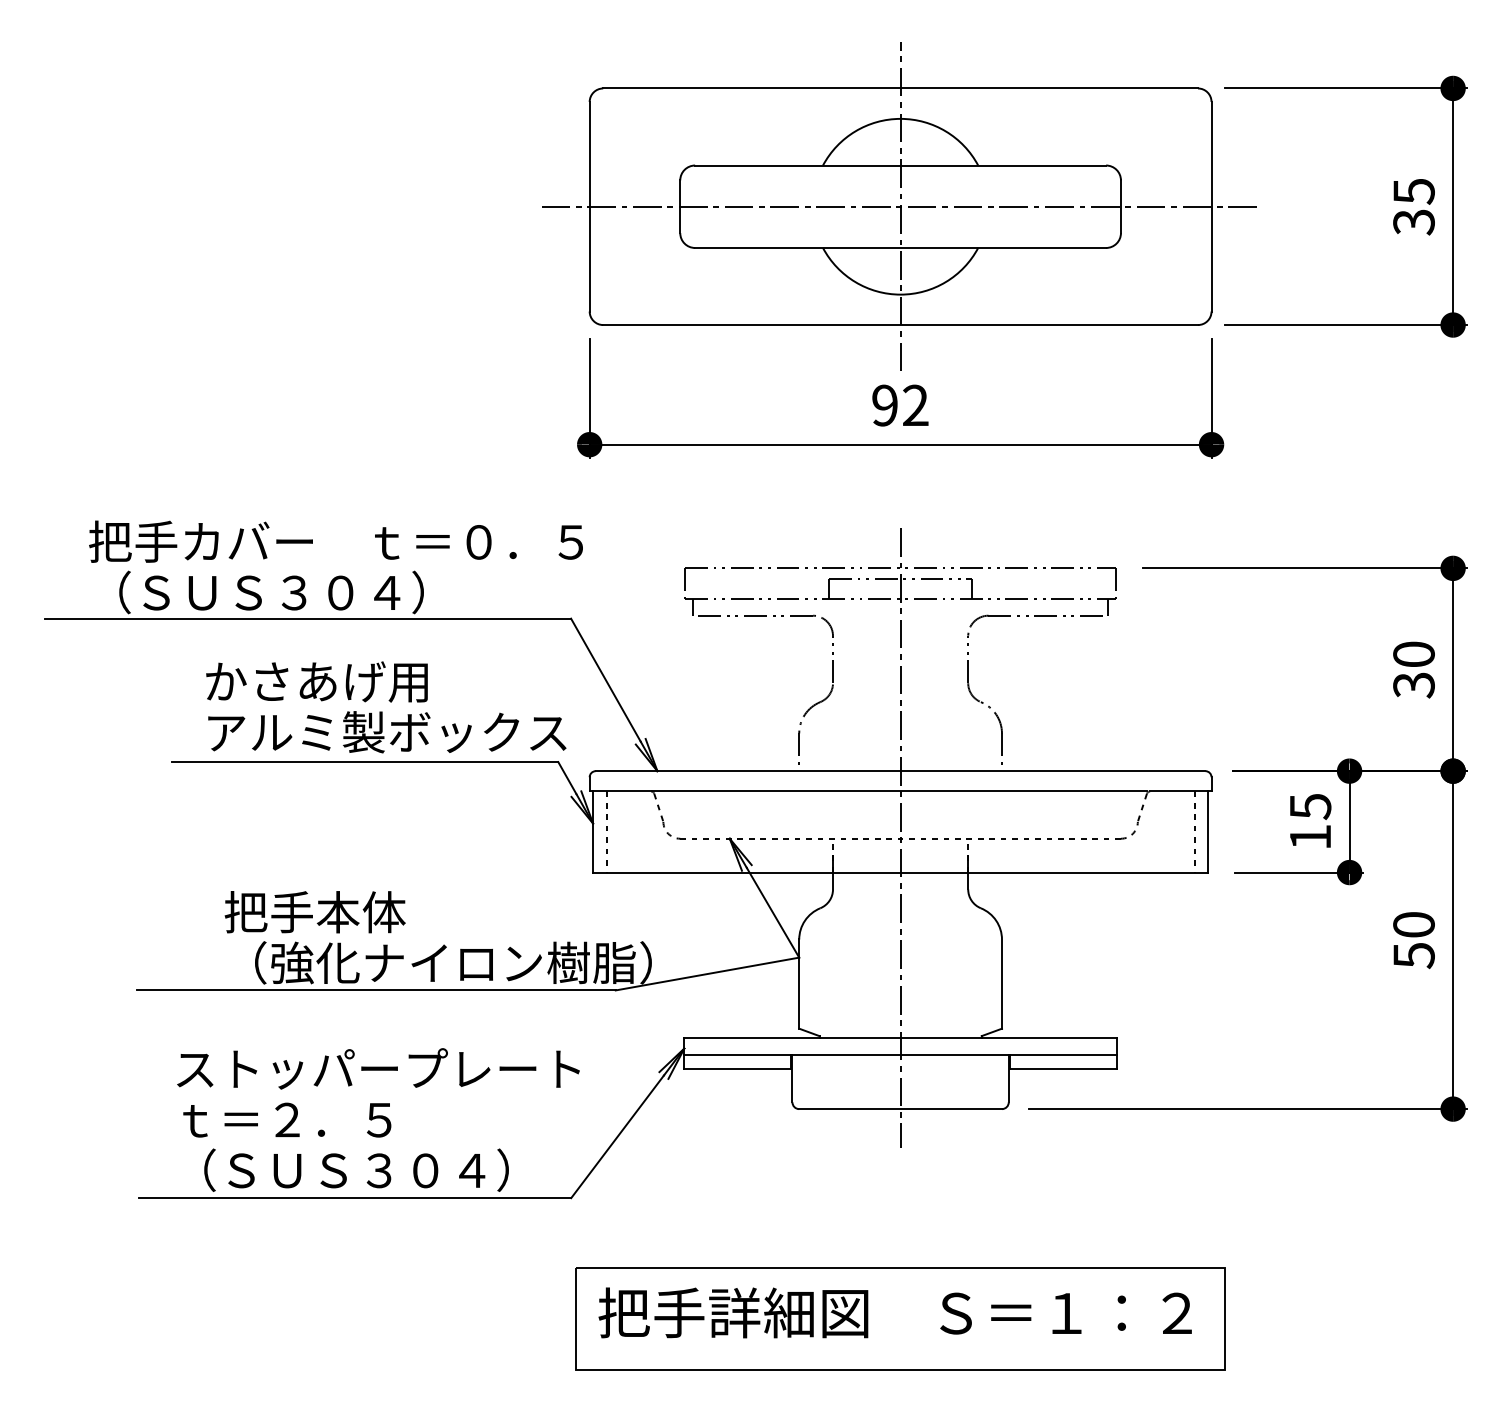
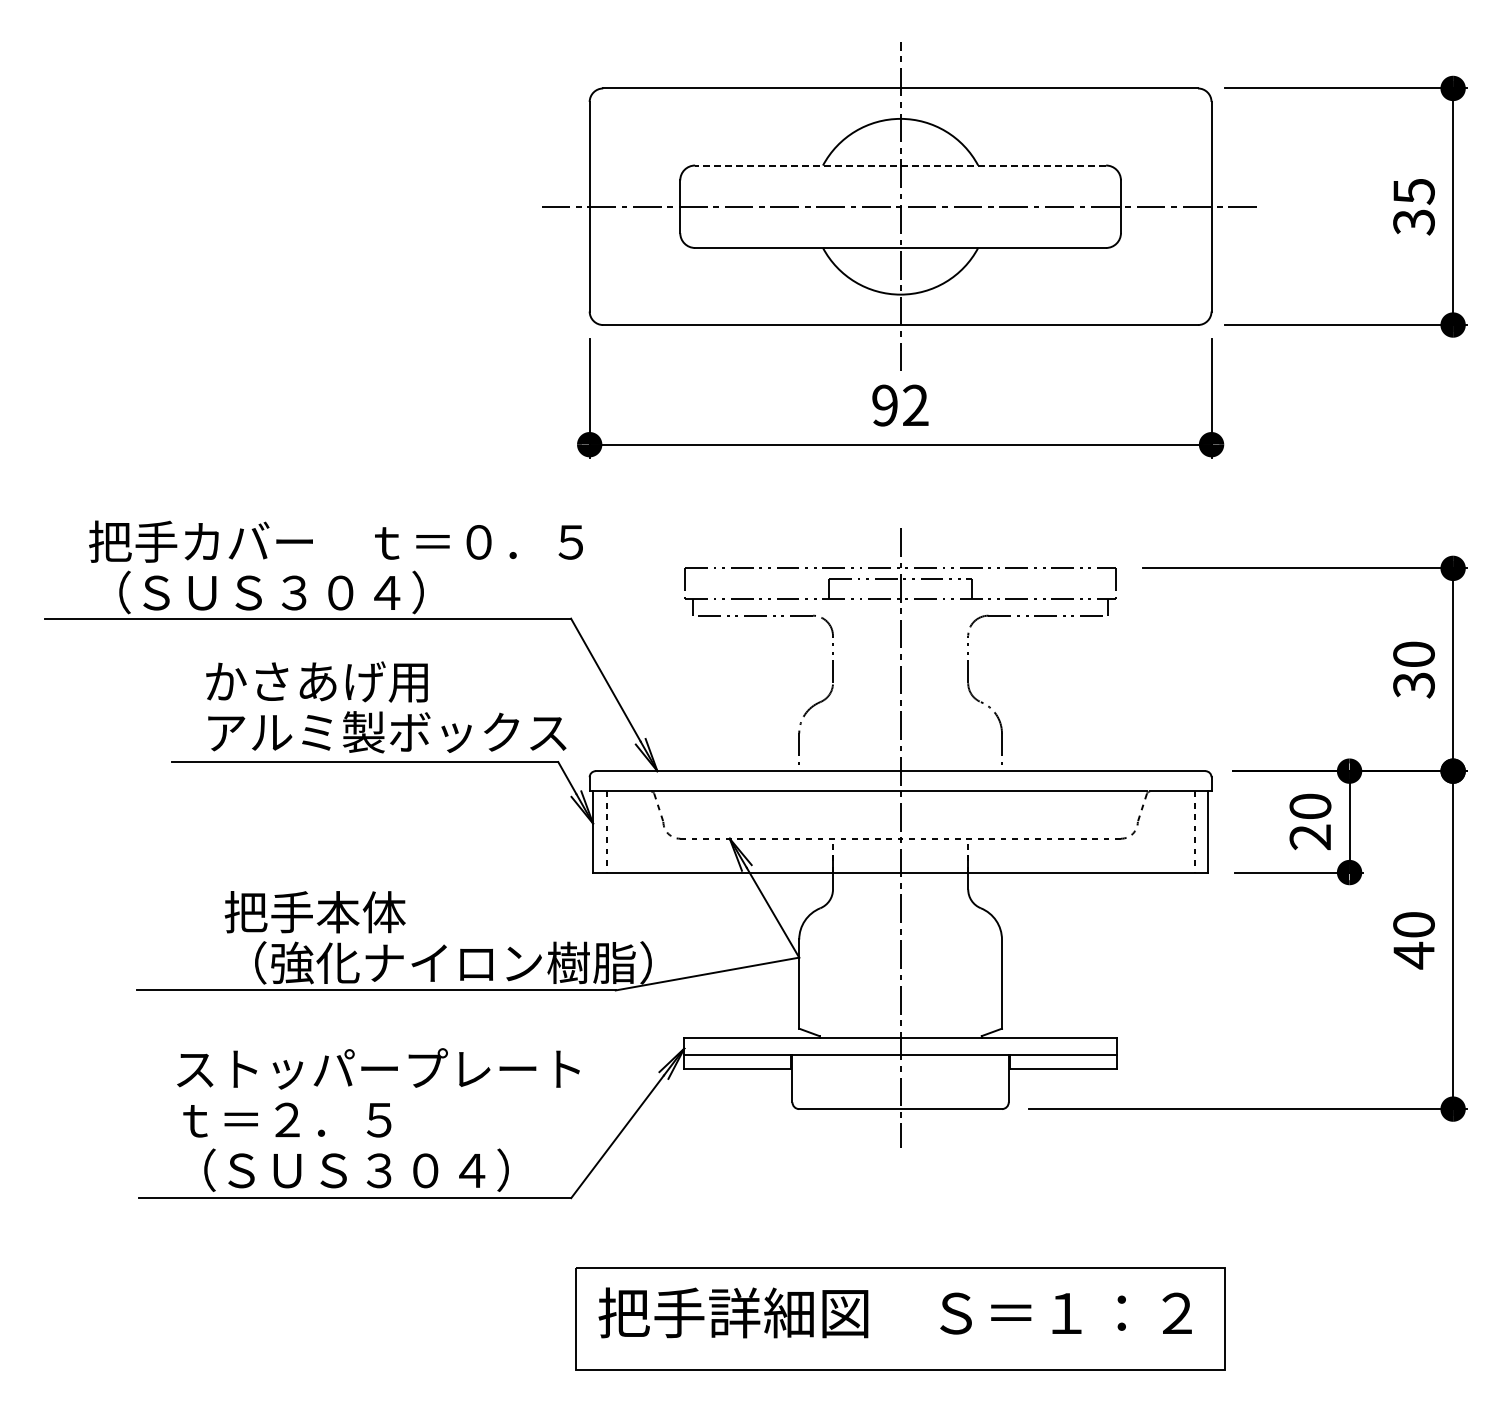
line at (900, 165): solid -> dashed
text at (1310, 821): 15 -> 20
text at (1413, 955): 50 -> 40
